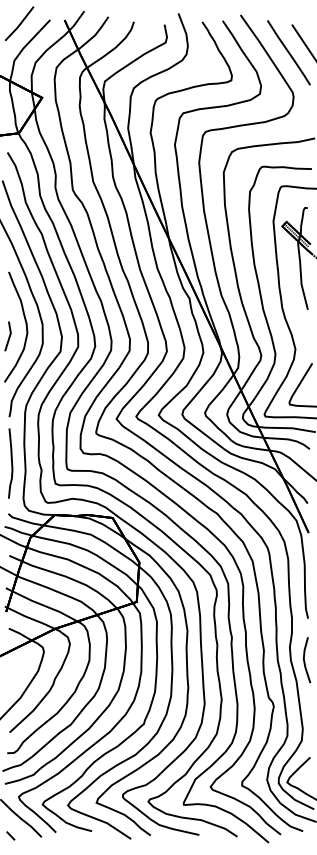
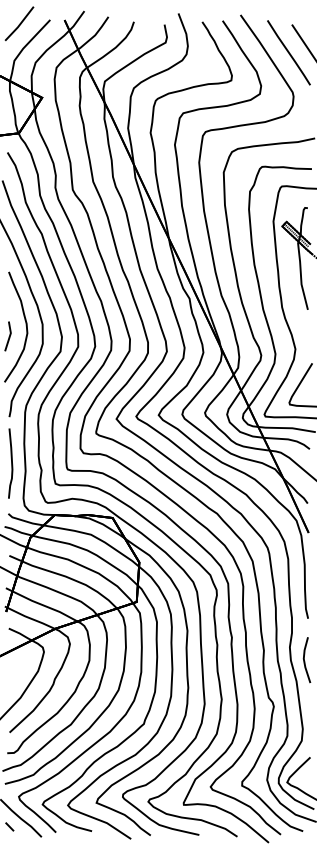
line at (10, 835) position: (10, 835) -> (9, 826)
